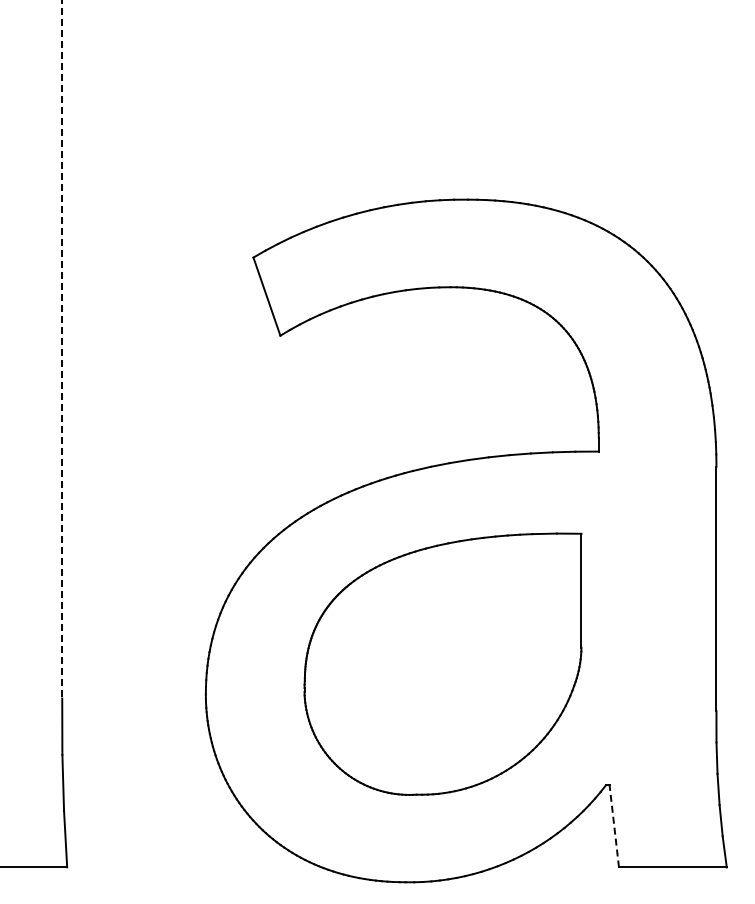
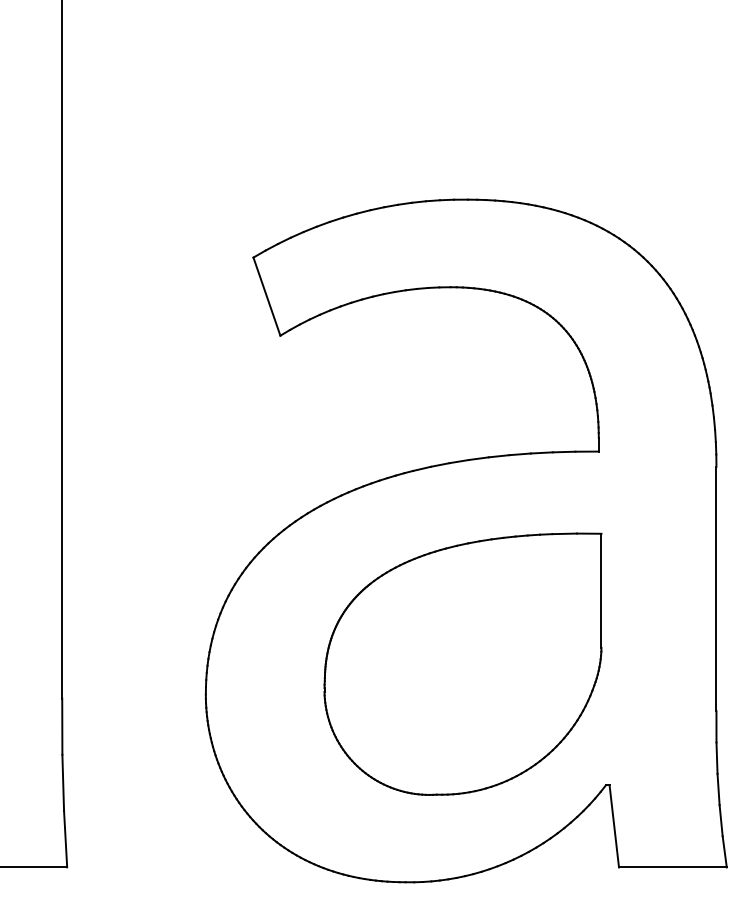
line at (62, 349): dashed -> solid
part at (442, 663) position: (442, 663) -> (462, 663)
line at (614, 825): dashed -> solid
